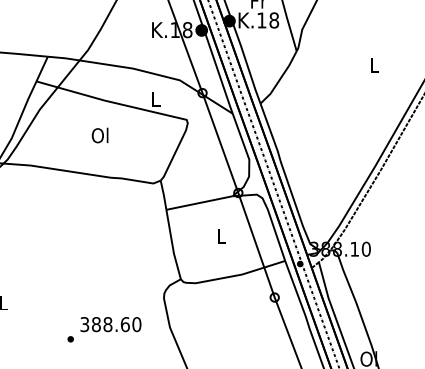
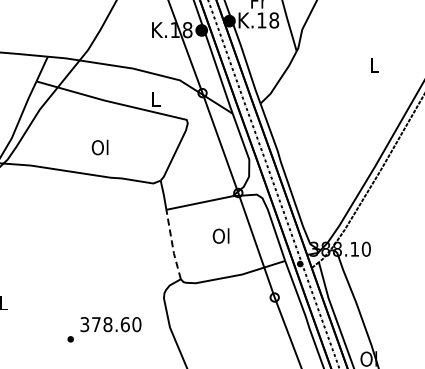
text at (99, 135) position: (99, 135) -> (99, 147)
text at (220, 235): L -> Ol
line at (172, 244): solid -> dashed
text at (96, 324): 388.60 -> 378.60
